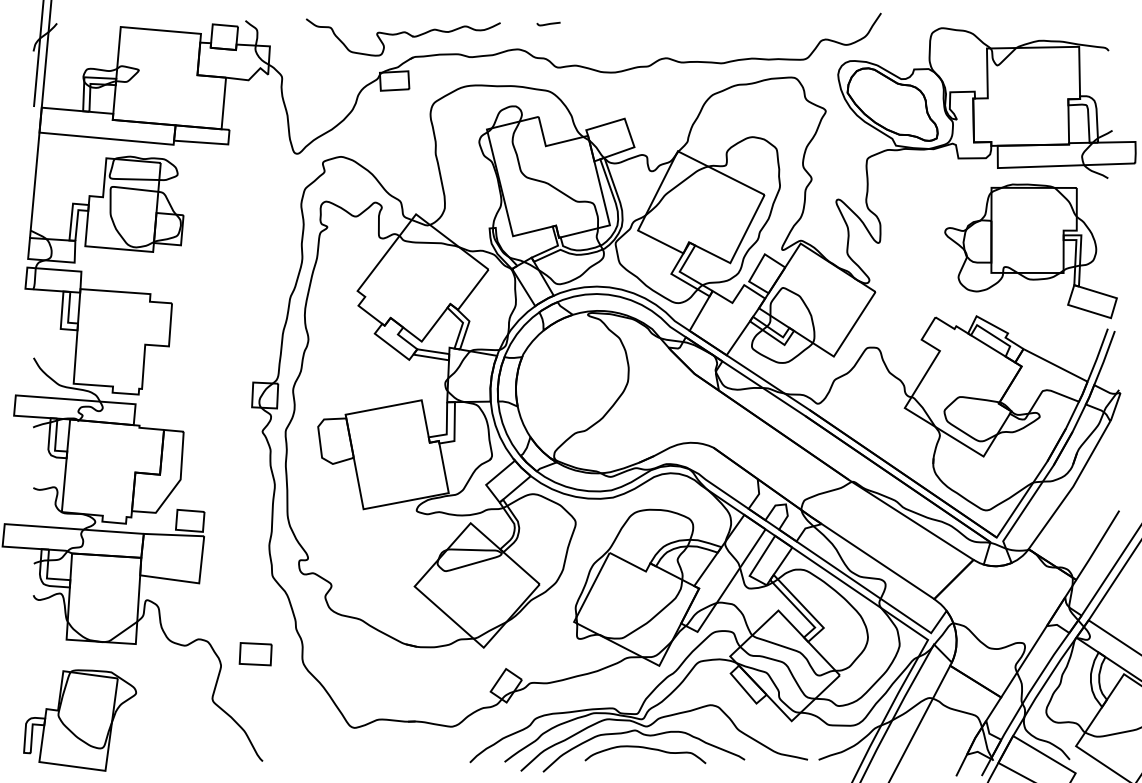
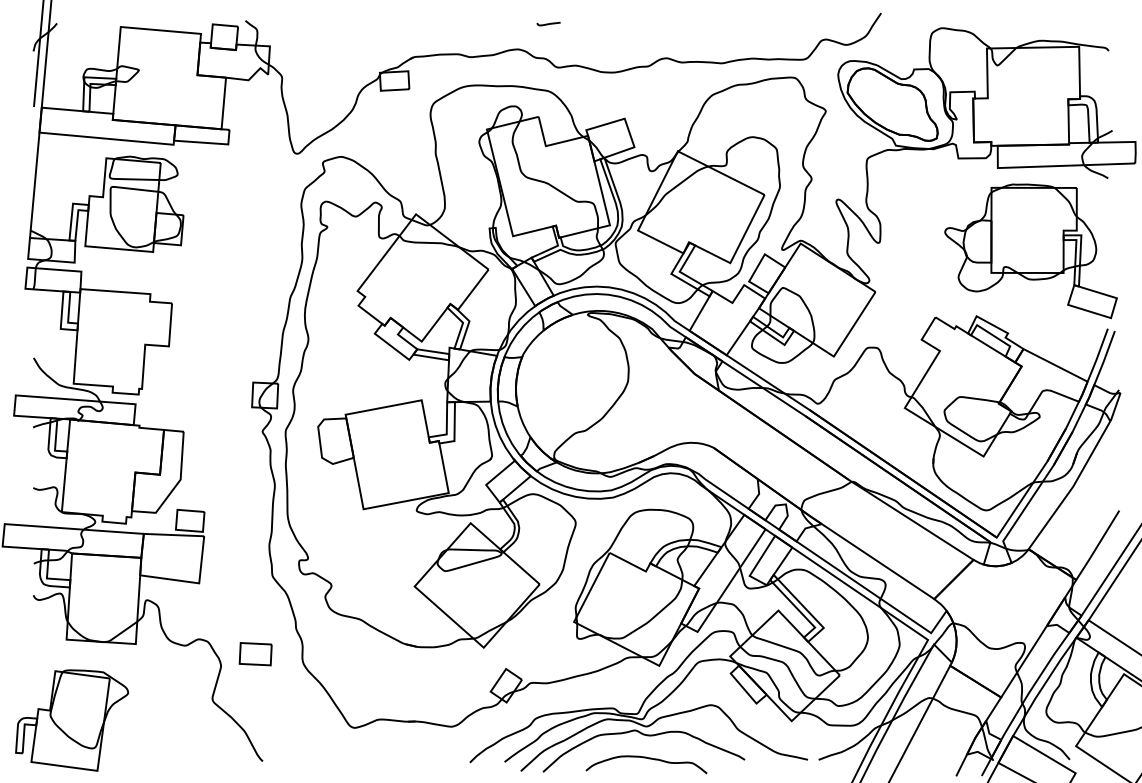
part at (403, 37): present -> none
part at (80, 720) position: (80, 720) -> (72, 720)
curve at (647, 749) position: (647, 749) -> (648, 759)
